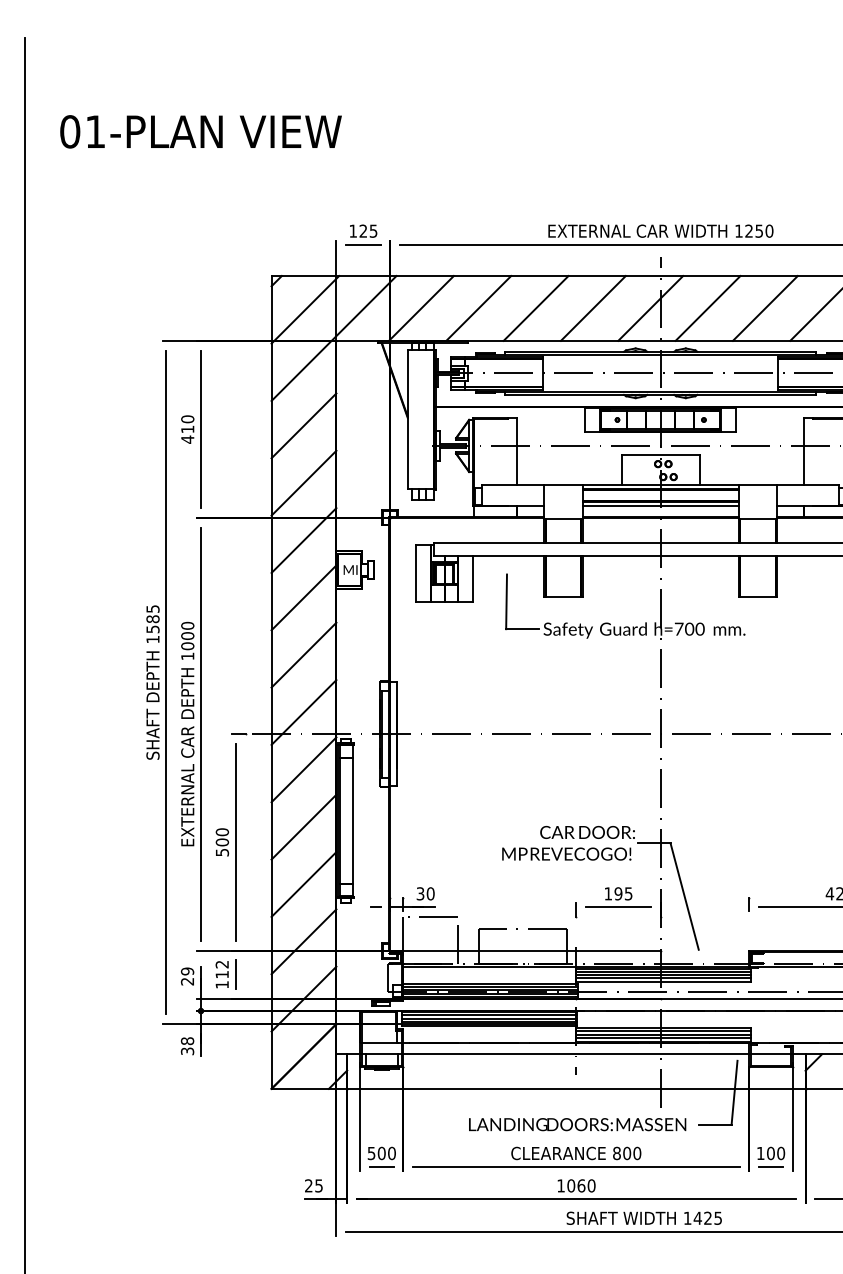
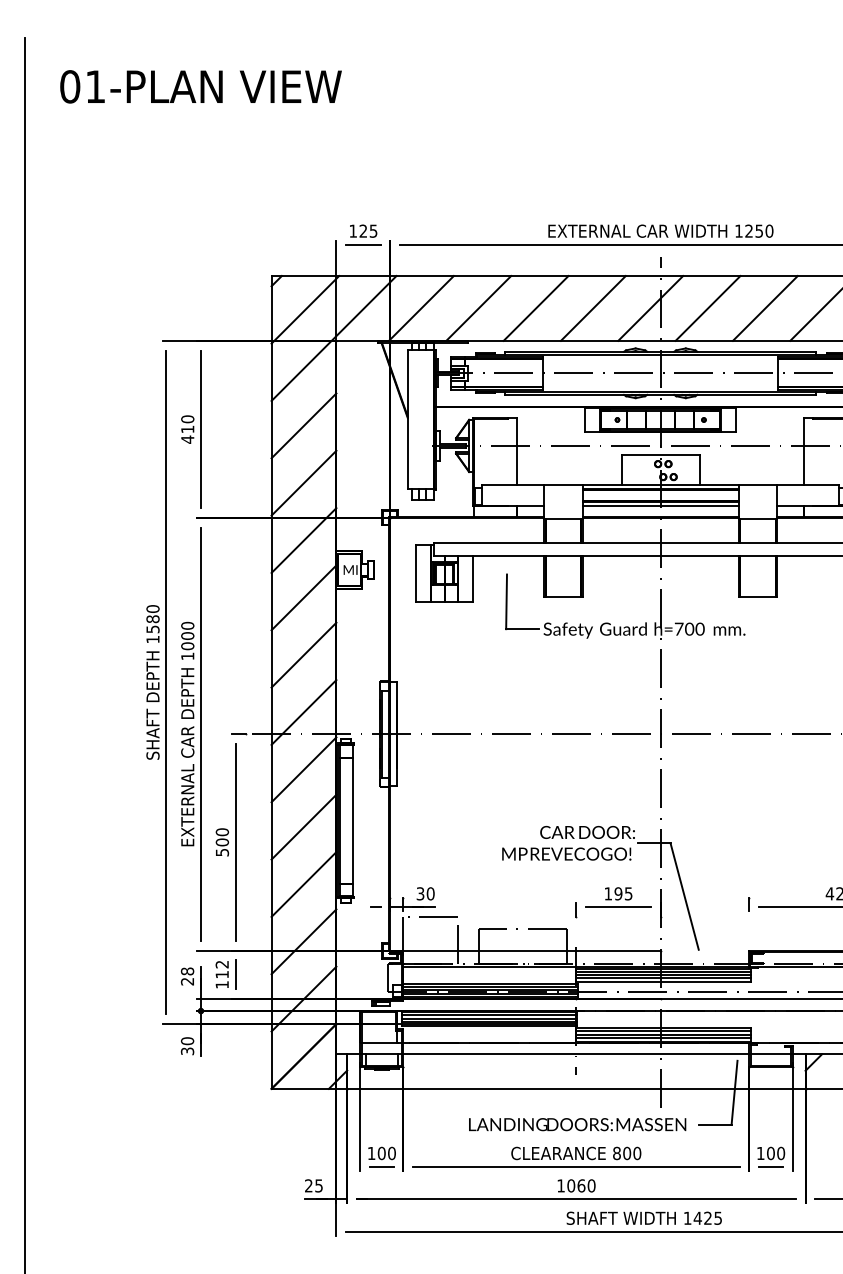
text at (200, 131) position: (200, 131) -> (200, 86)
text at (152, 608): 1585 -> 1580
text at (187, 971): 29 -> 28
text at (187, 1041): 38 -> 30
text at (371, 1153): 500 -> 100
